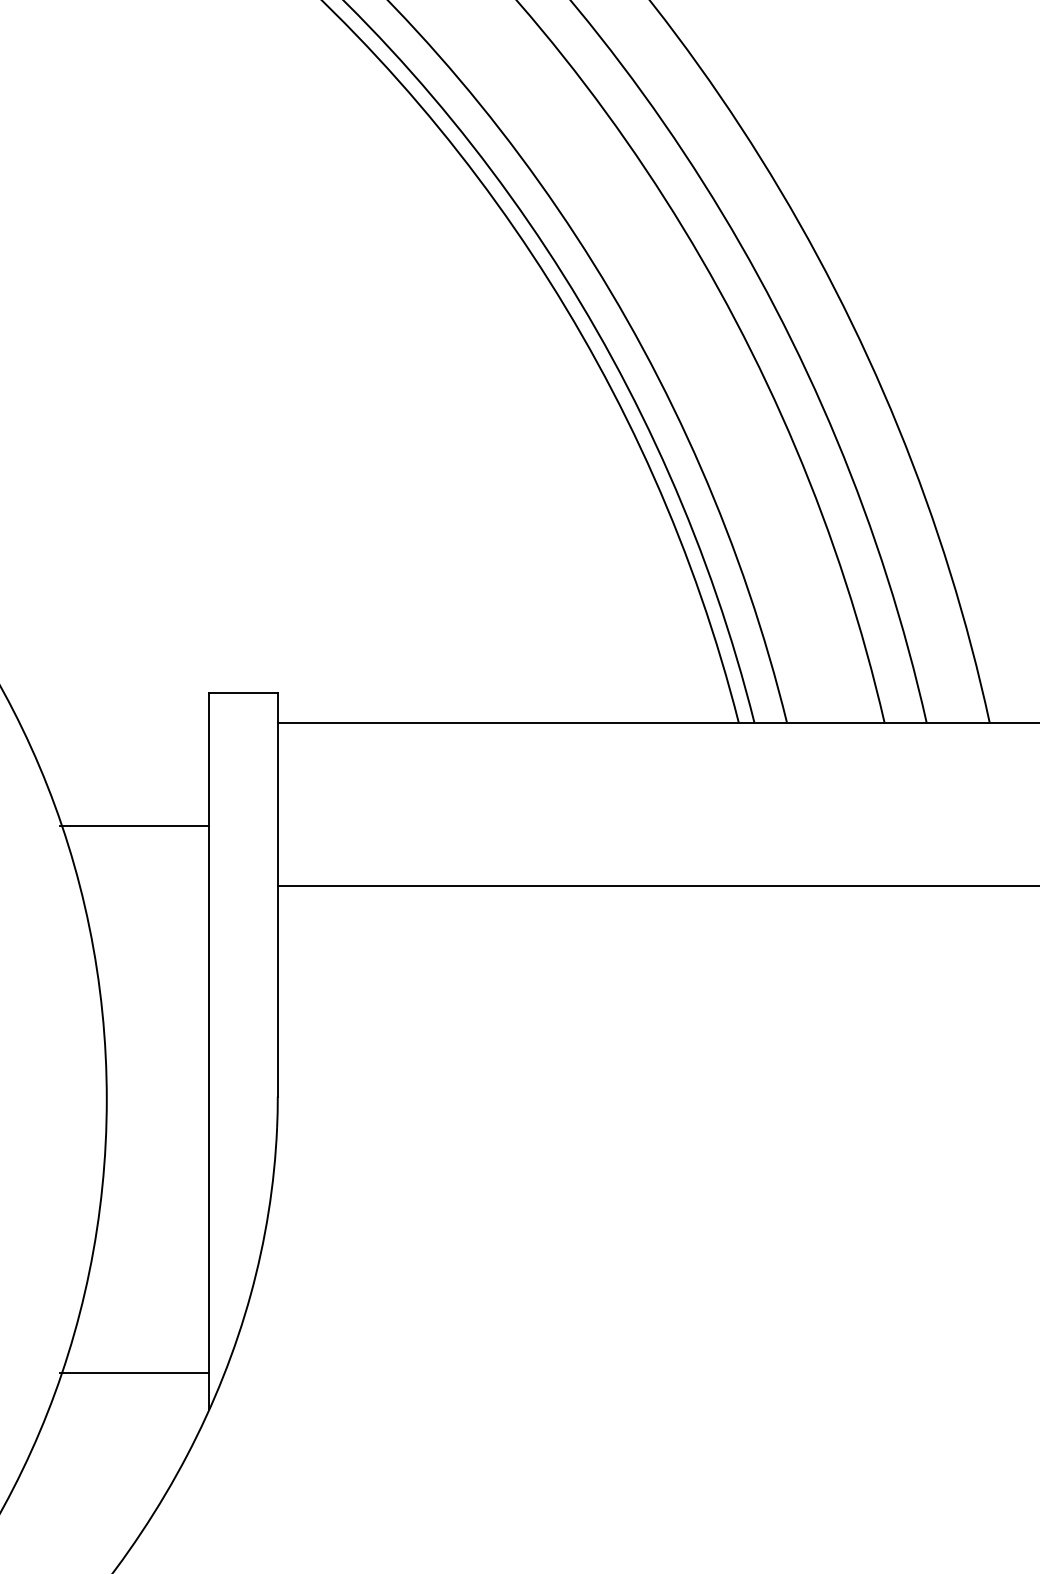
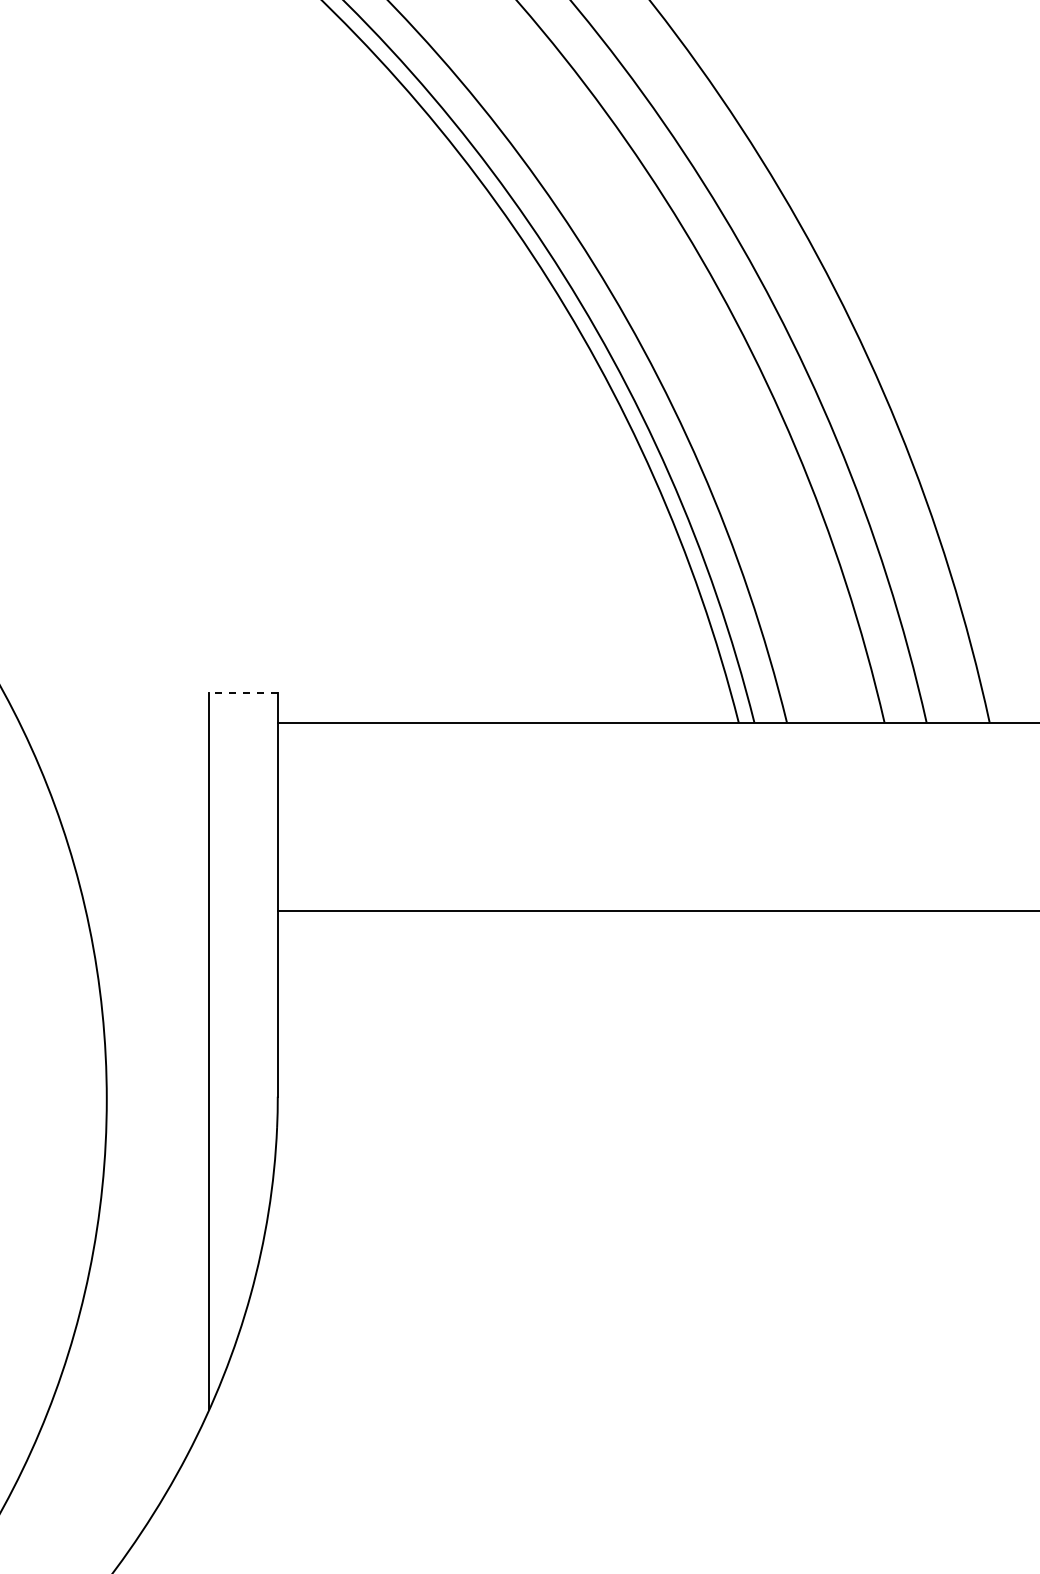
line at (243, 692): solid -> dashed
line at (134, 825): present -> none
line at (656, 886) position: (656, 886) -> (656, 911)
line at (134, 1373): present -> none
